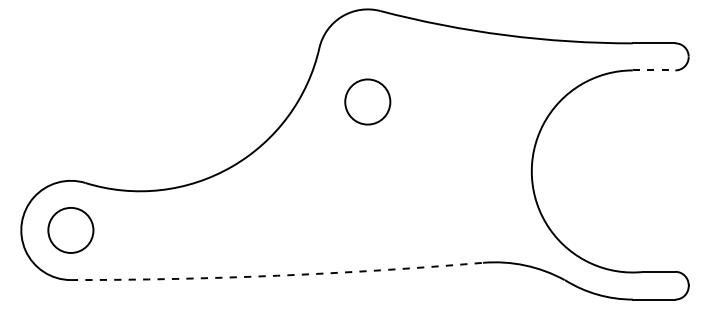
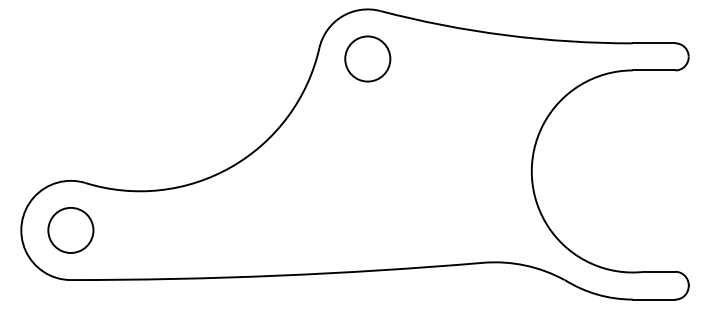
line at (654, 70): dashed -> solid
circle at (367, 101) position: (367, 101) -> (367, 58)
arc at (277, 275): dashed -> solid
